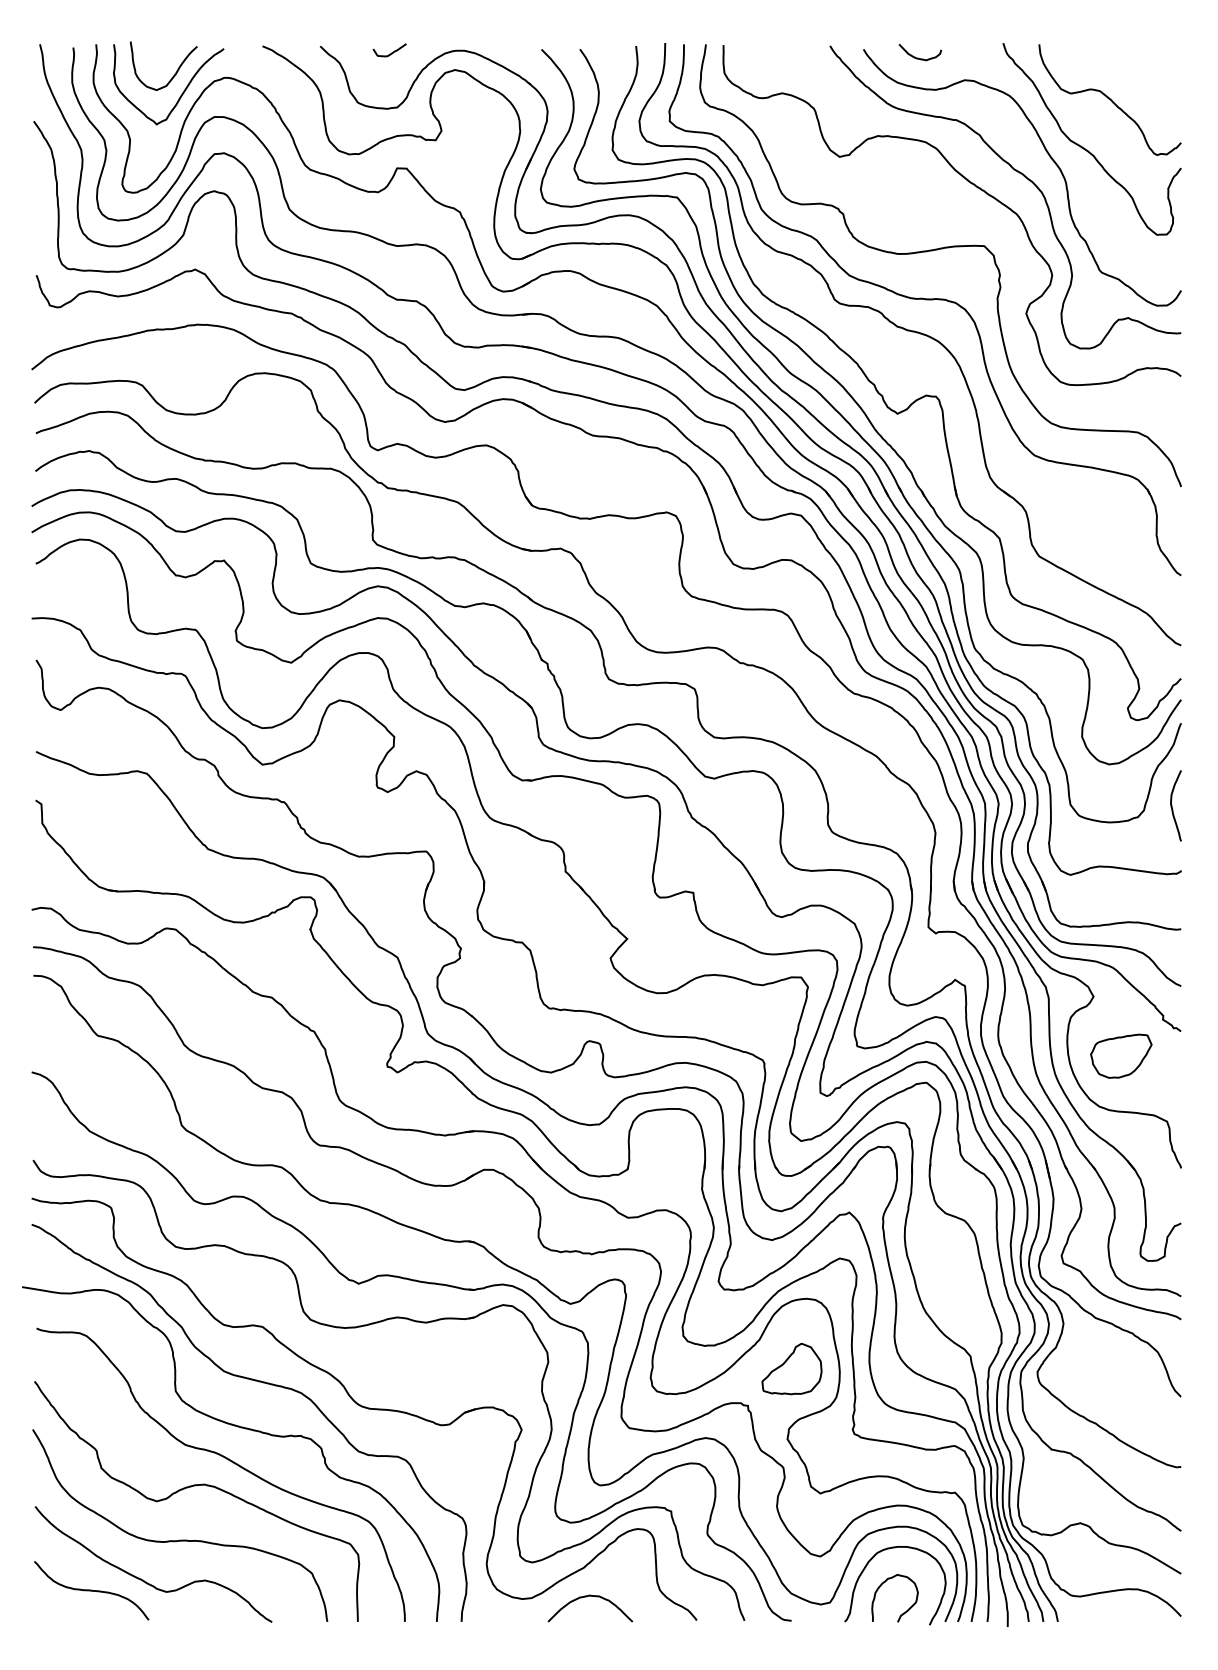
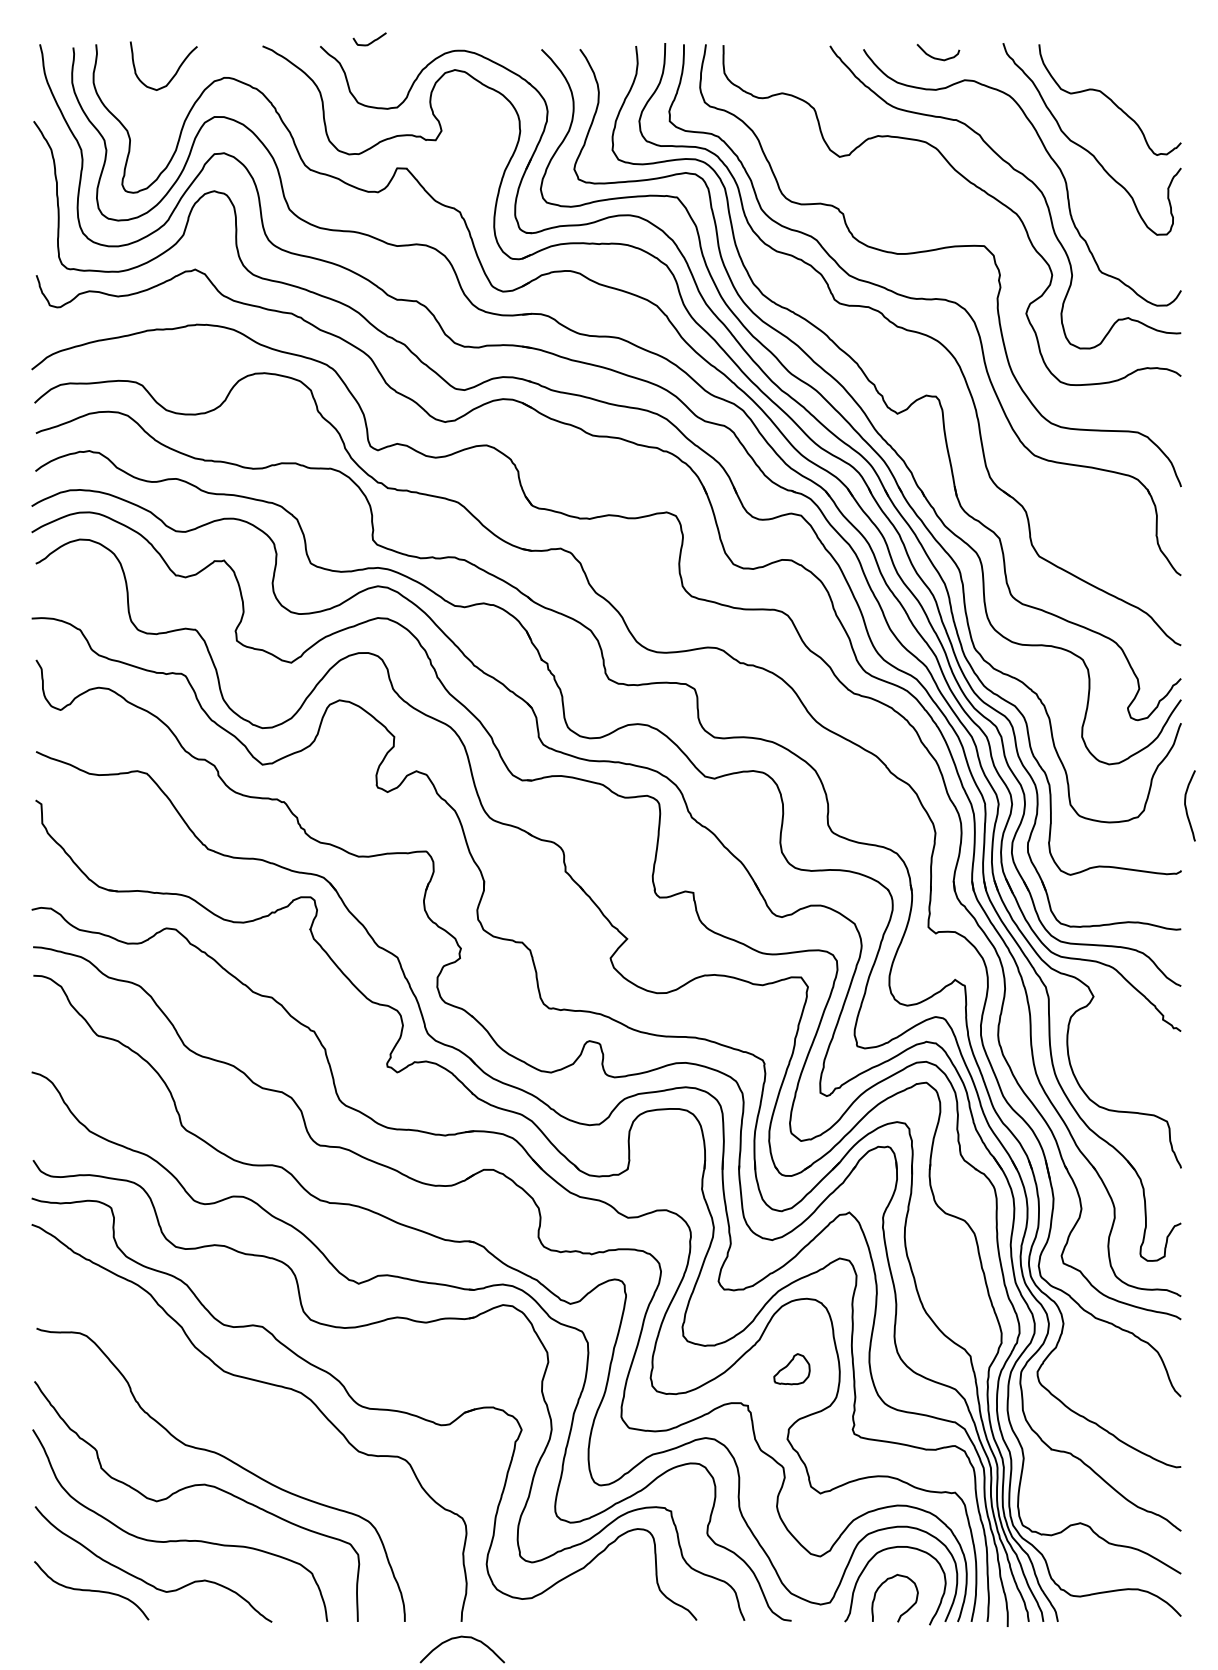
curve at (391, 52) position: (391, 52) -> (371, 41)
curve at (918, 57) position: (918, 57) -> (936, 57)
curve at (181, 93): present -> none
curve at (1172, 805) position: (1172, 805) -> (1186, 805)
part at (1121, 1055): present -> none
part at (791, 1369) size: 62x53 px -> 38x33 px
curve at (237, 1427): present -> none
curve at (586, 1597) position: (586, 1597) -> (458, 1638)
